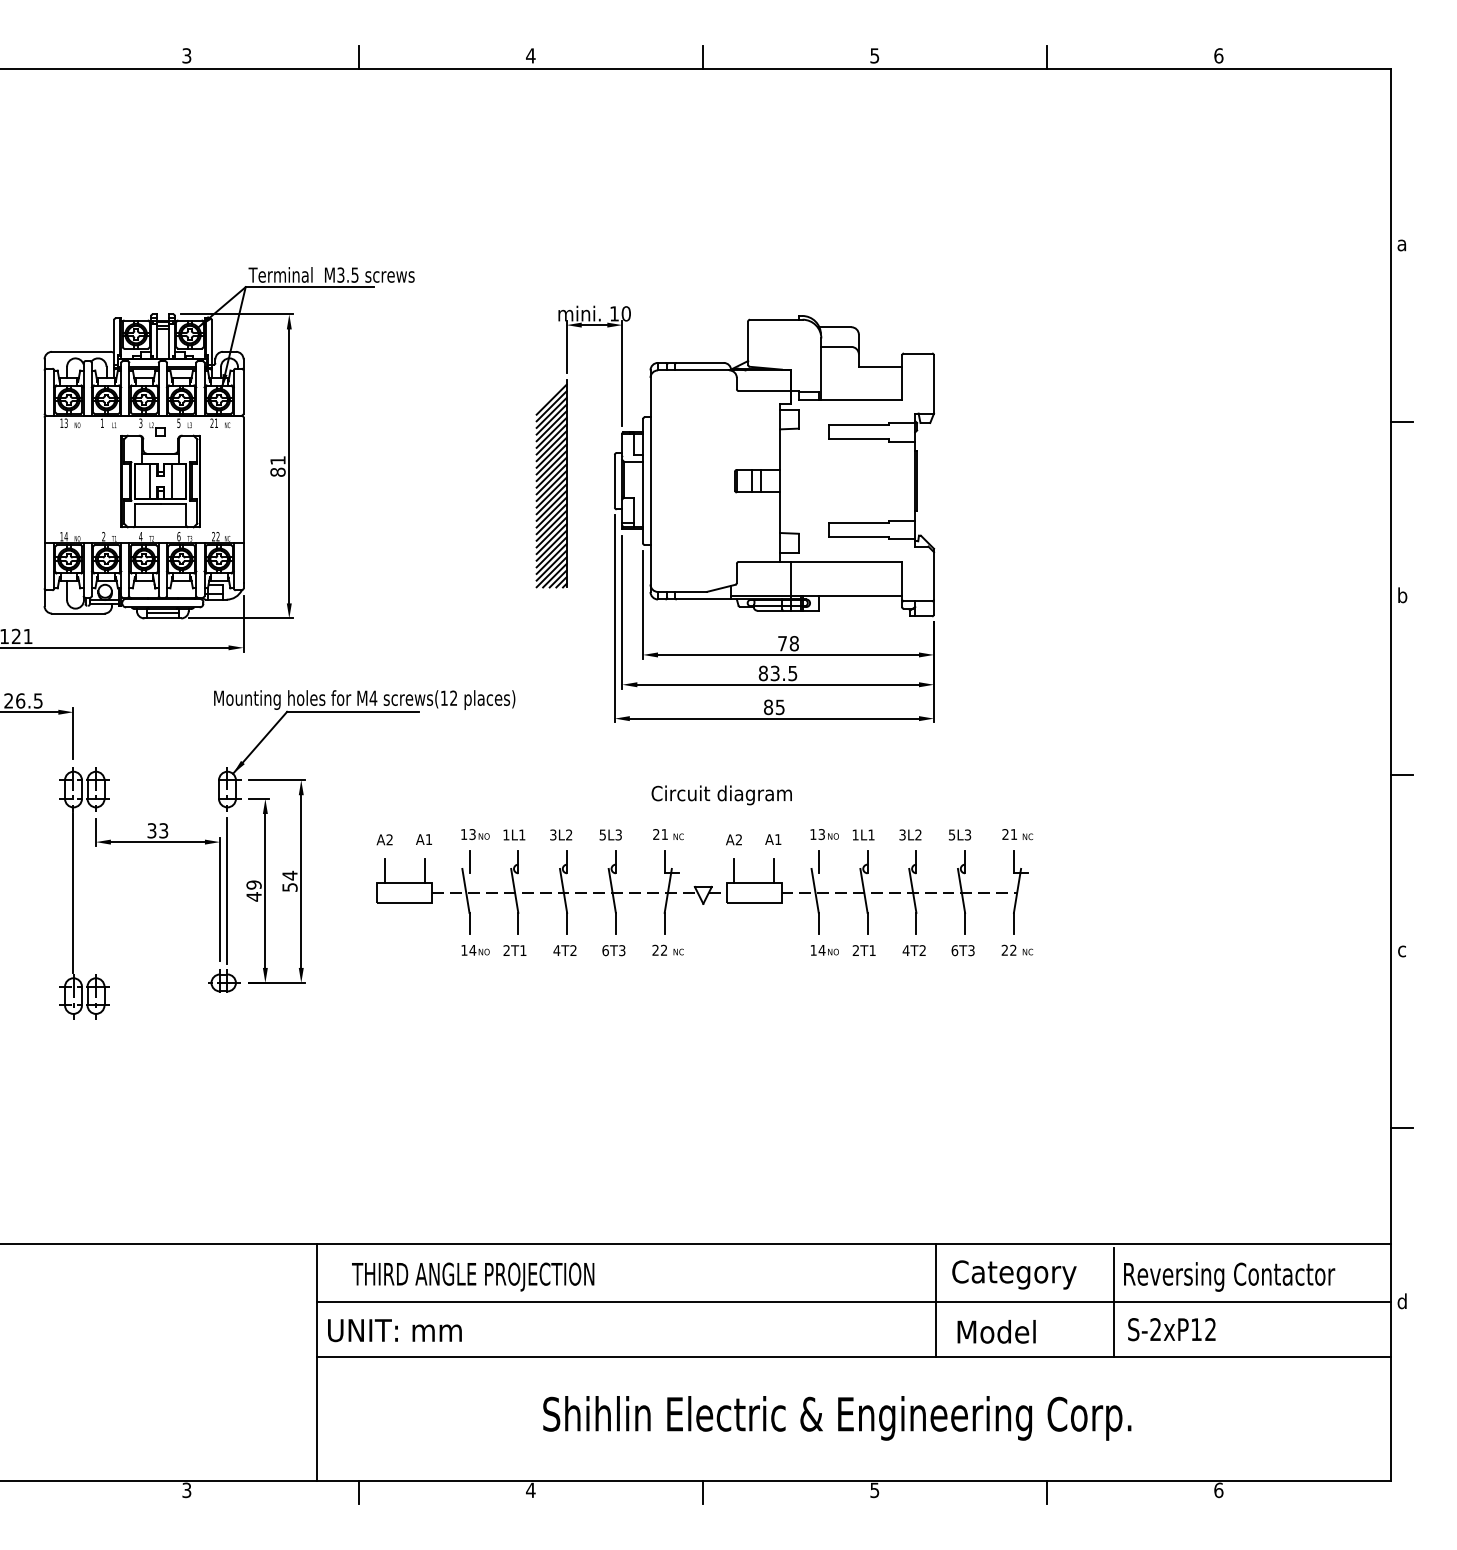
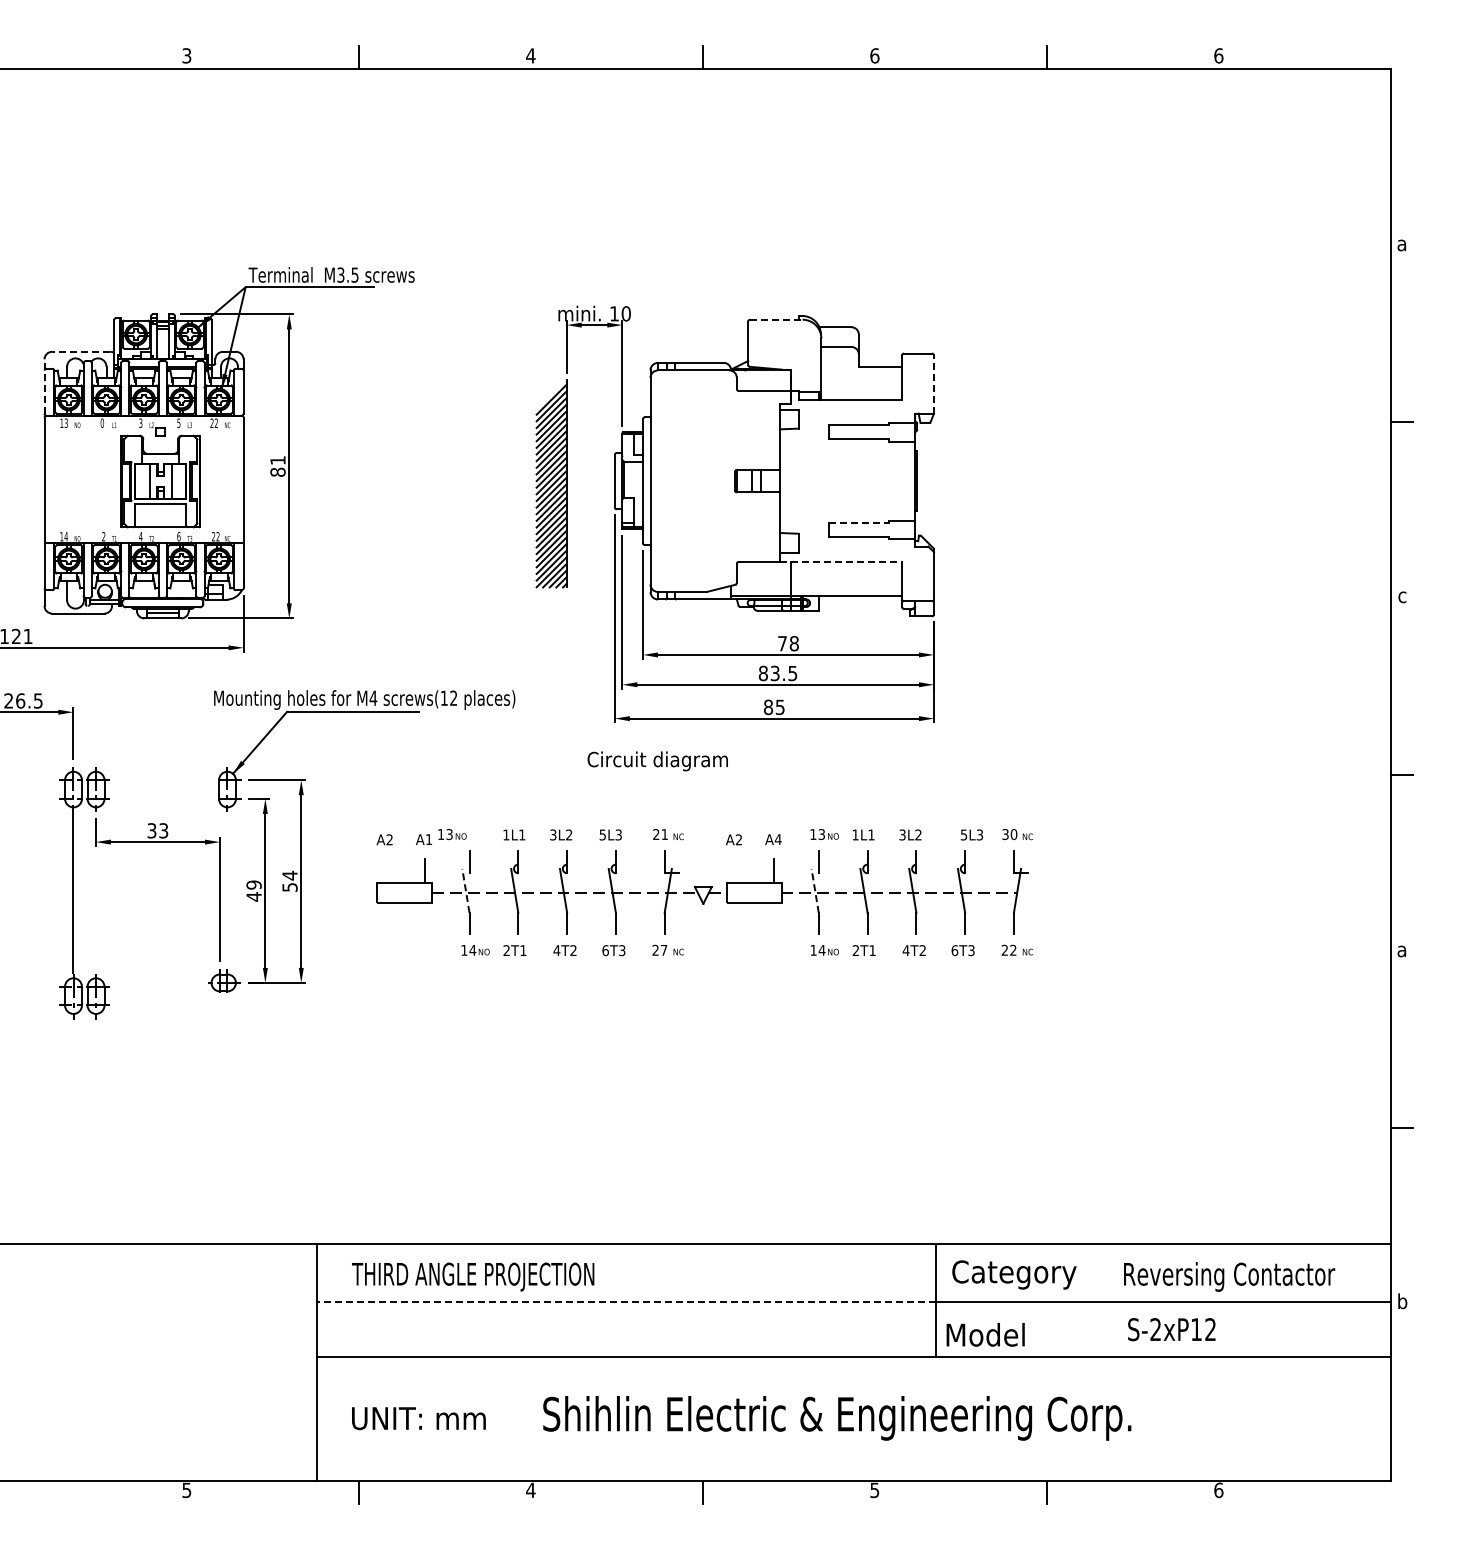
text at (874, 55): 5 -> 6
line at (776, 319): solid -> dashed
line at (80, 351): solid -> dashed
line at (934, 384): solid -> dashed
line at (44, 386): solid -> dashed
text at (215, 422): 21 -> 22
text at (102, 423): 1 -> 0
line at (859, 523): solid -> dashed
line at (841, 561): solid -> dashed
text at (1402, 595): b -> c
text at (721, 795) position: (721, 795) -> (657, 761)
text at (475, 834) position: (475, 834) -> (452, 834)
text at (959, 834) position: (959, 834) -> (971, 834)
text at (1009, 834): 21 -> 30
text at (777, 839): A1 -> A4
line at (385, 870): present -> none
line at (734, 870): present -> none
line at (465, 890): solid -> dashed
line at (815, 890): solid -> dashed
line at (226, 891): present -> none
text at (664, 949): 22 -> 27
text at (1401, 951): c -> a
line at (626, 1301): solid -> dashed
text at (1402, 1301): d -> b
line at (1113, 1302): present -> none
text at (394, 1330) position: (394, 1330) -> (418, 1418)
text at (996, 1331) position: (996, 1331) -> (985, 1334)
text at (186, 1489): 3 -> 5
